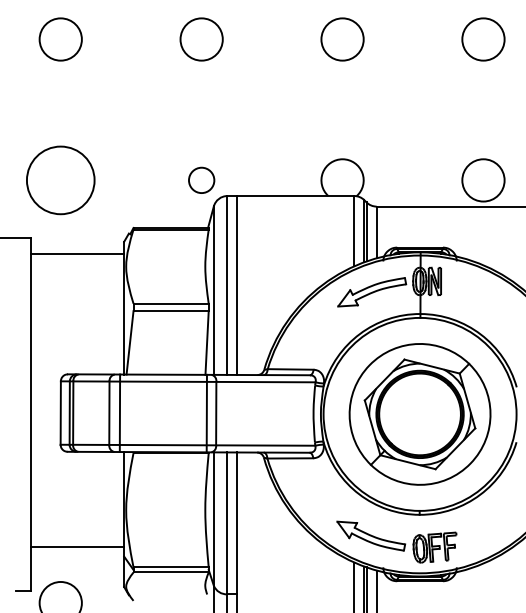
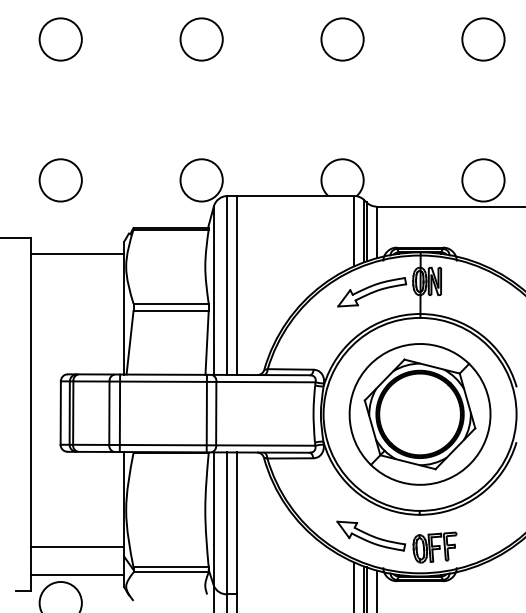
circle at (60, 180) diameter: 68 px -> 42 px
circle at (201, 180) diameter: 25 px -> 42 px
line at (77, 575): none -> present
